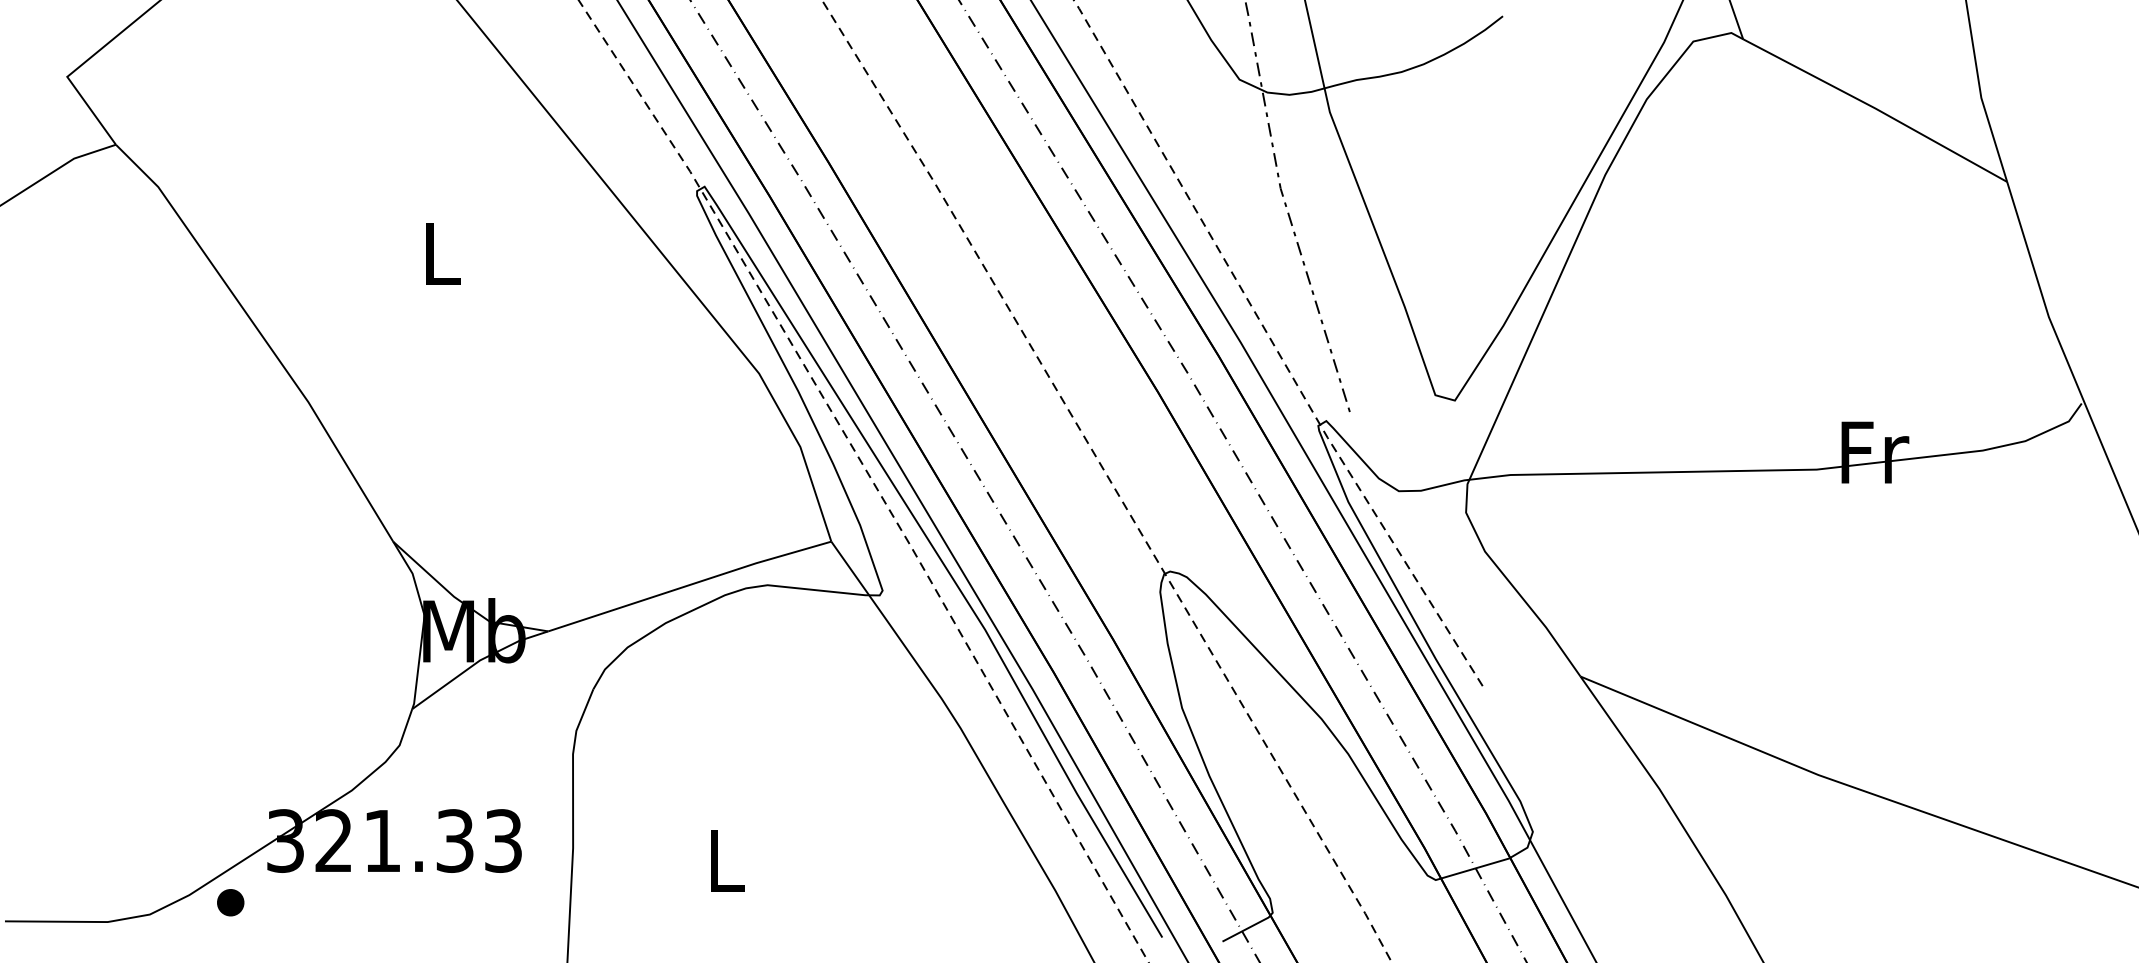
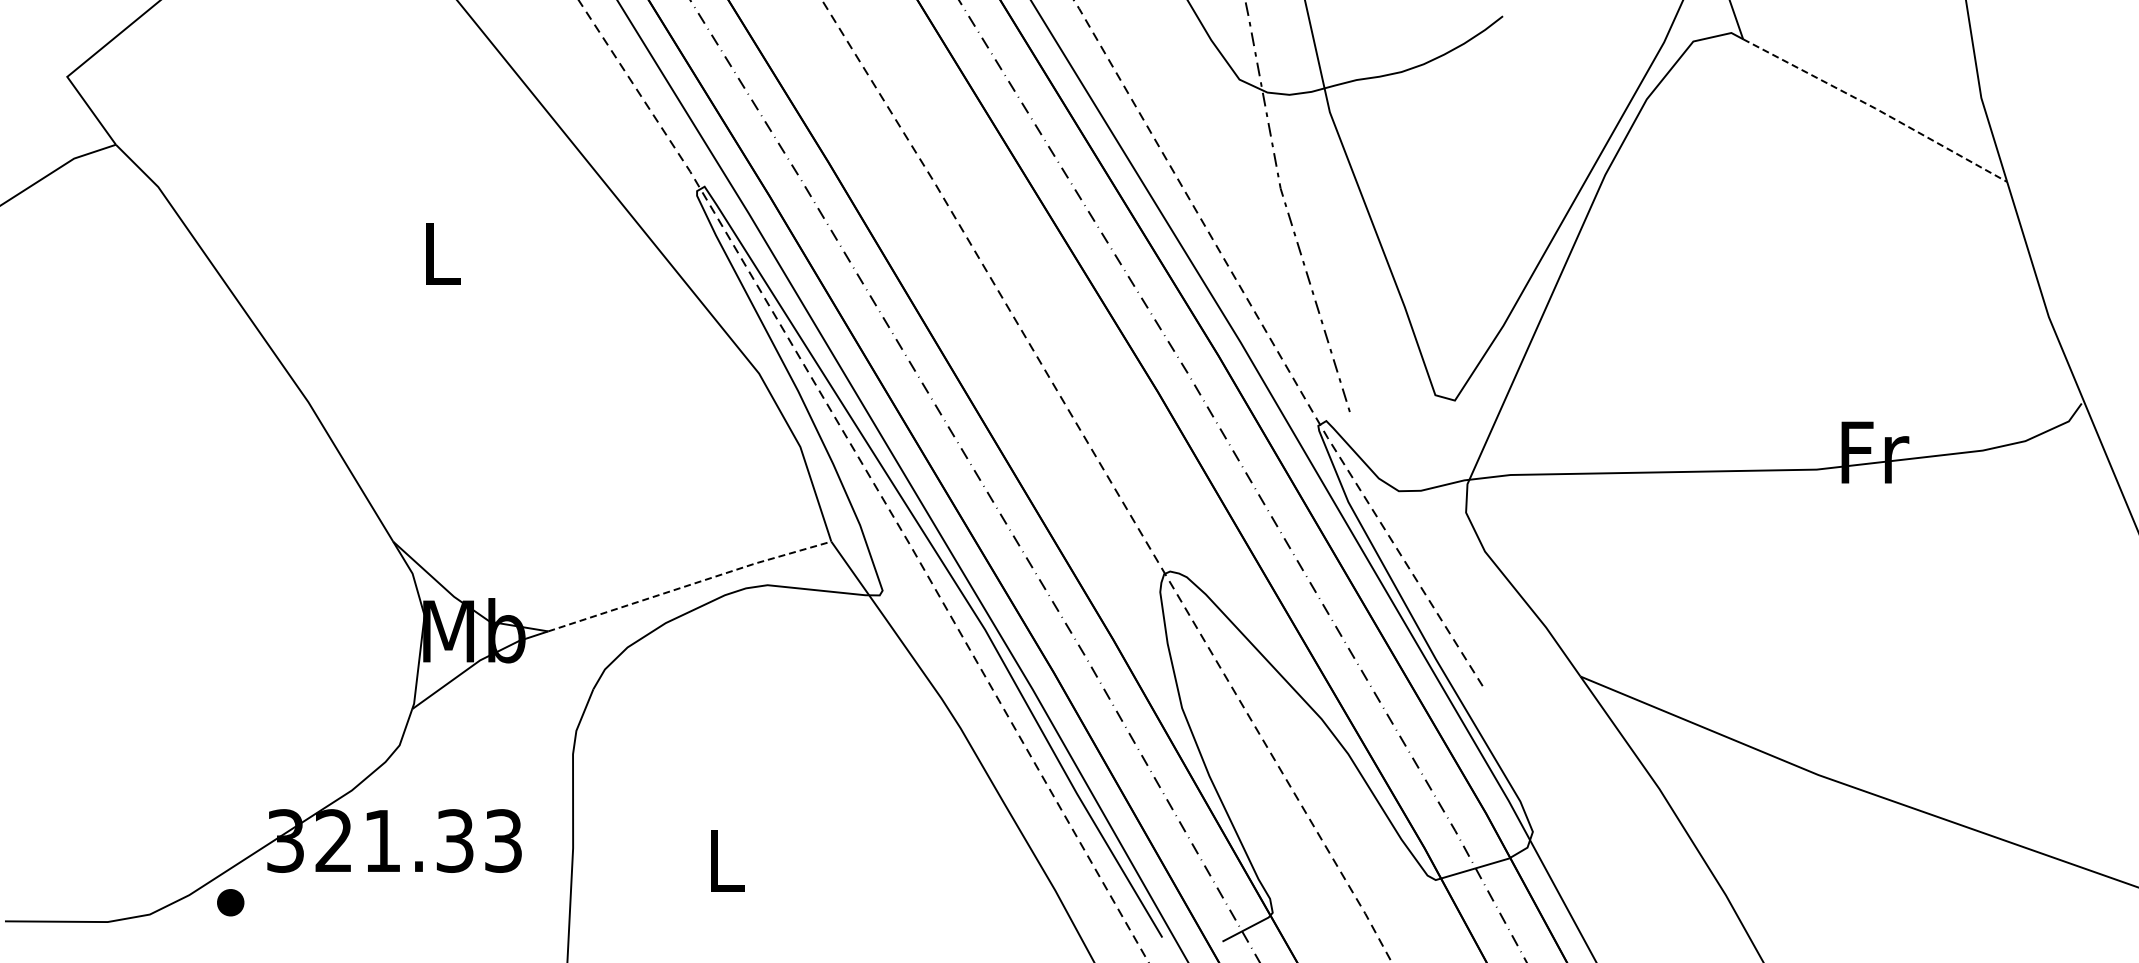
line at (1875, 108): solid -> dashed
line at (690, 584): solid -> dashed
